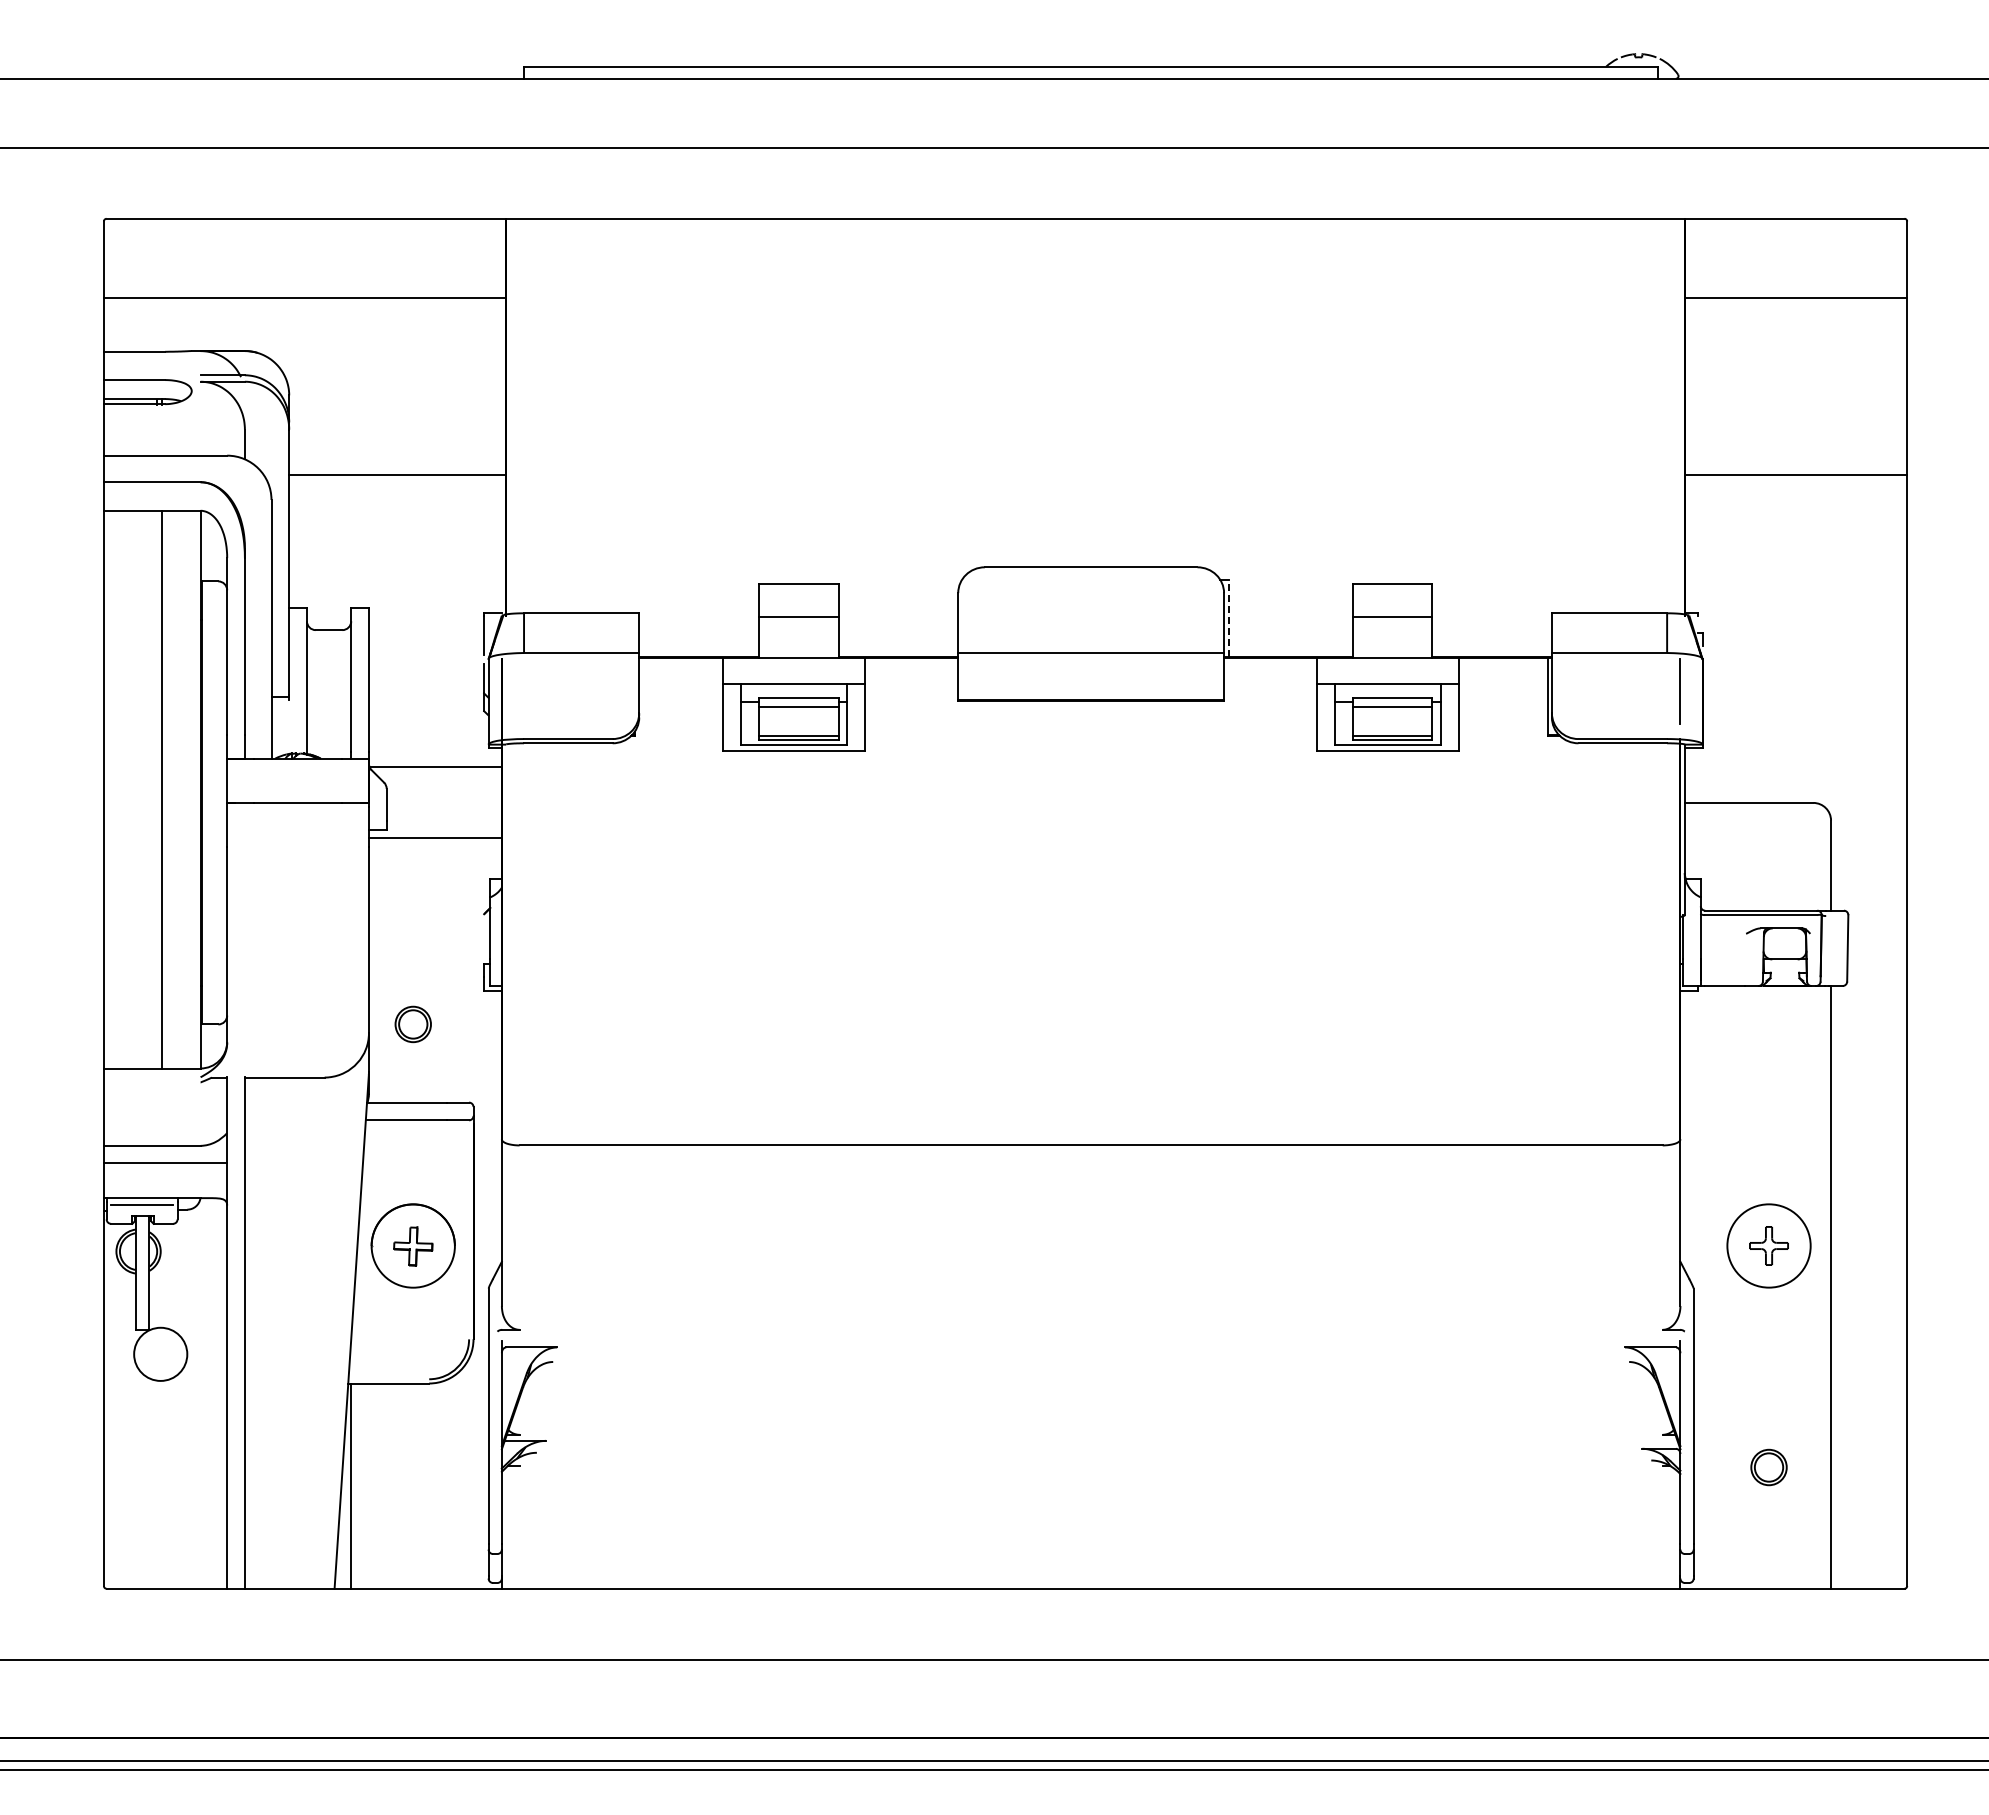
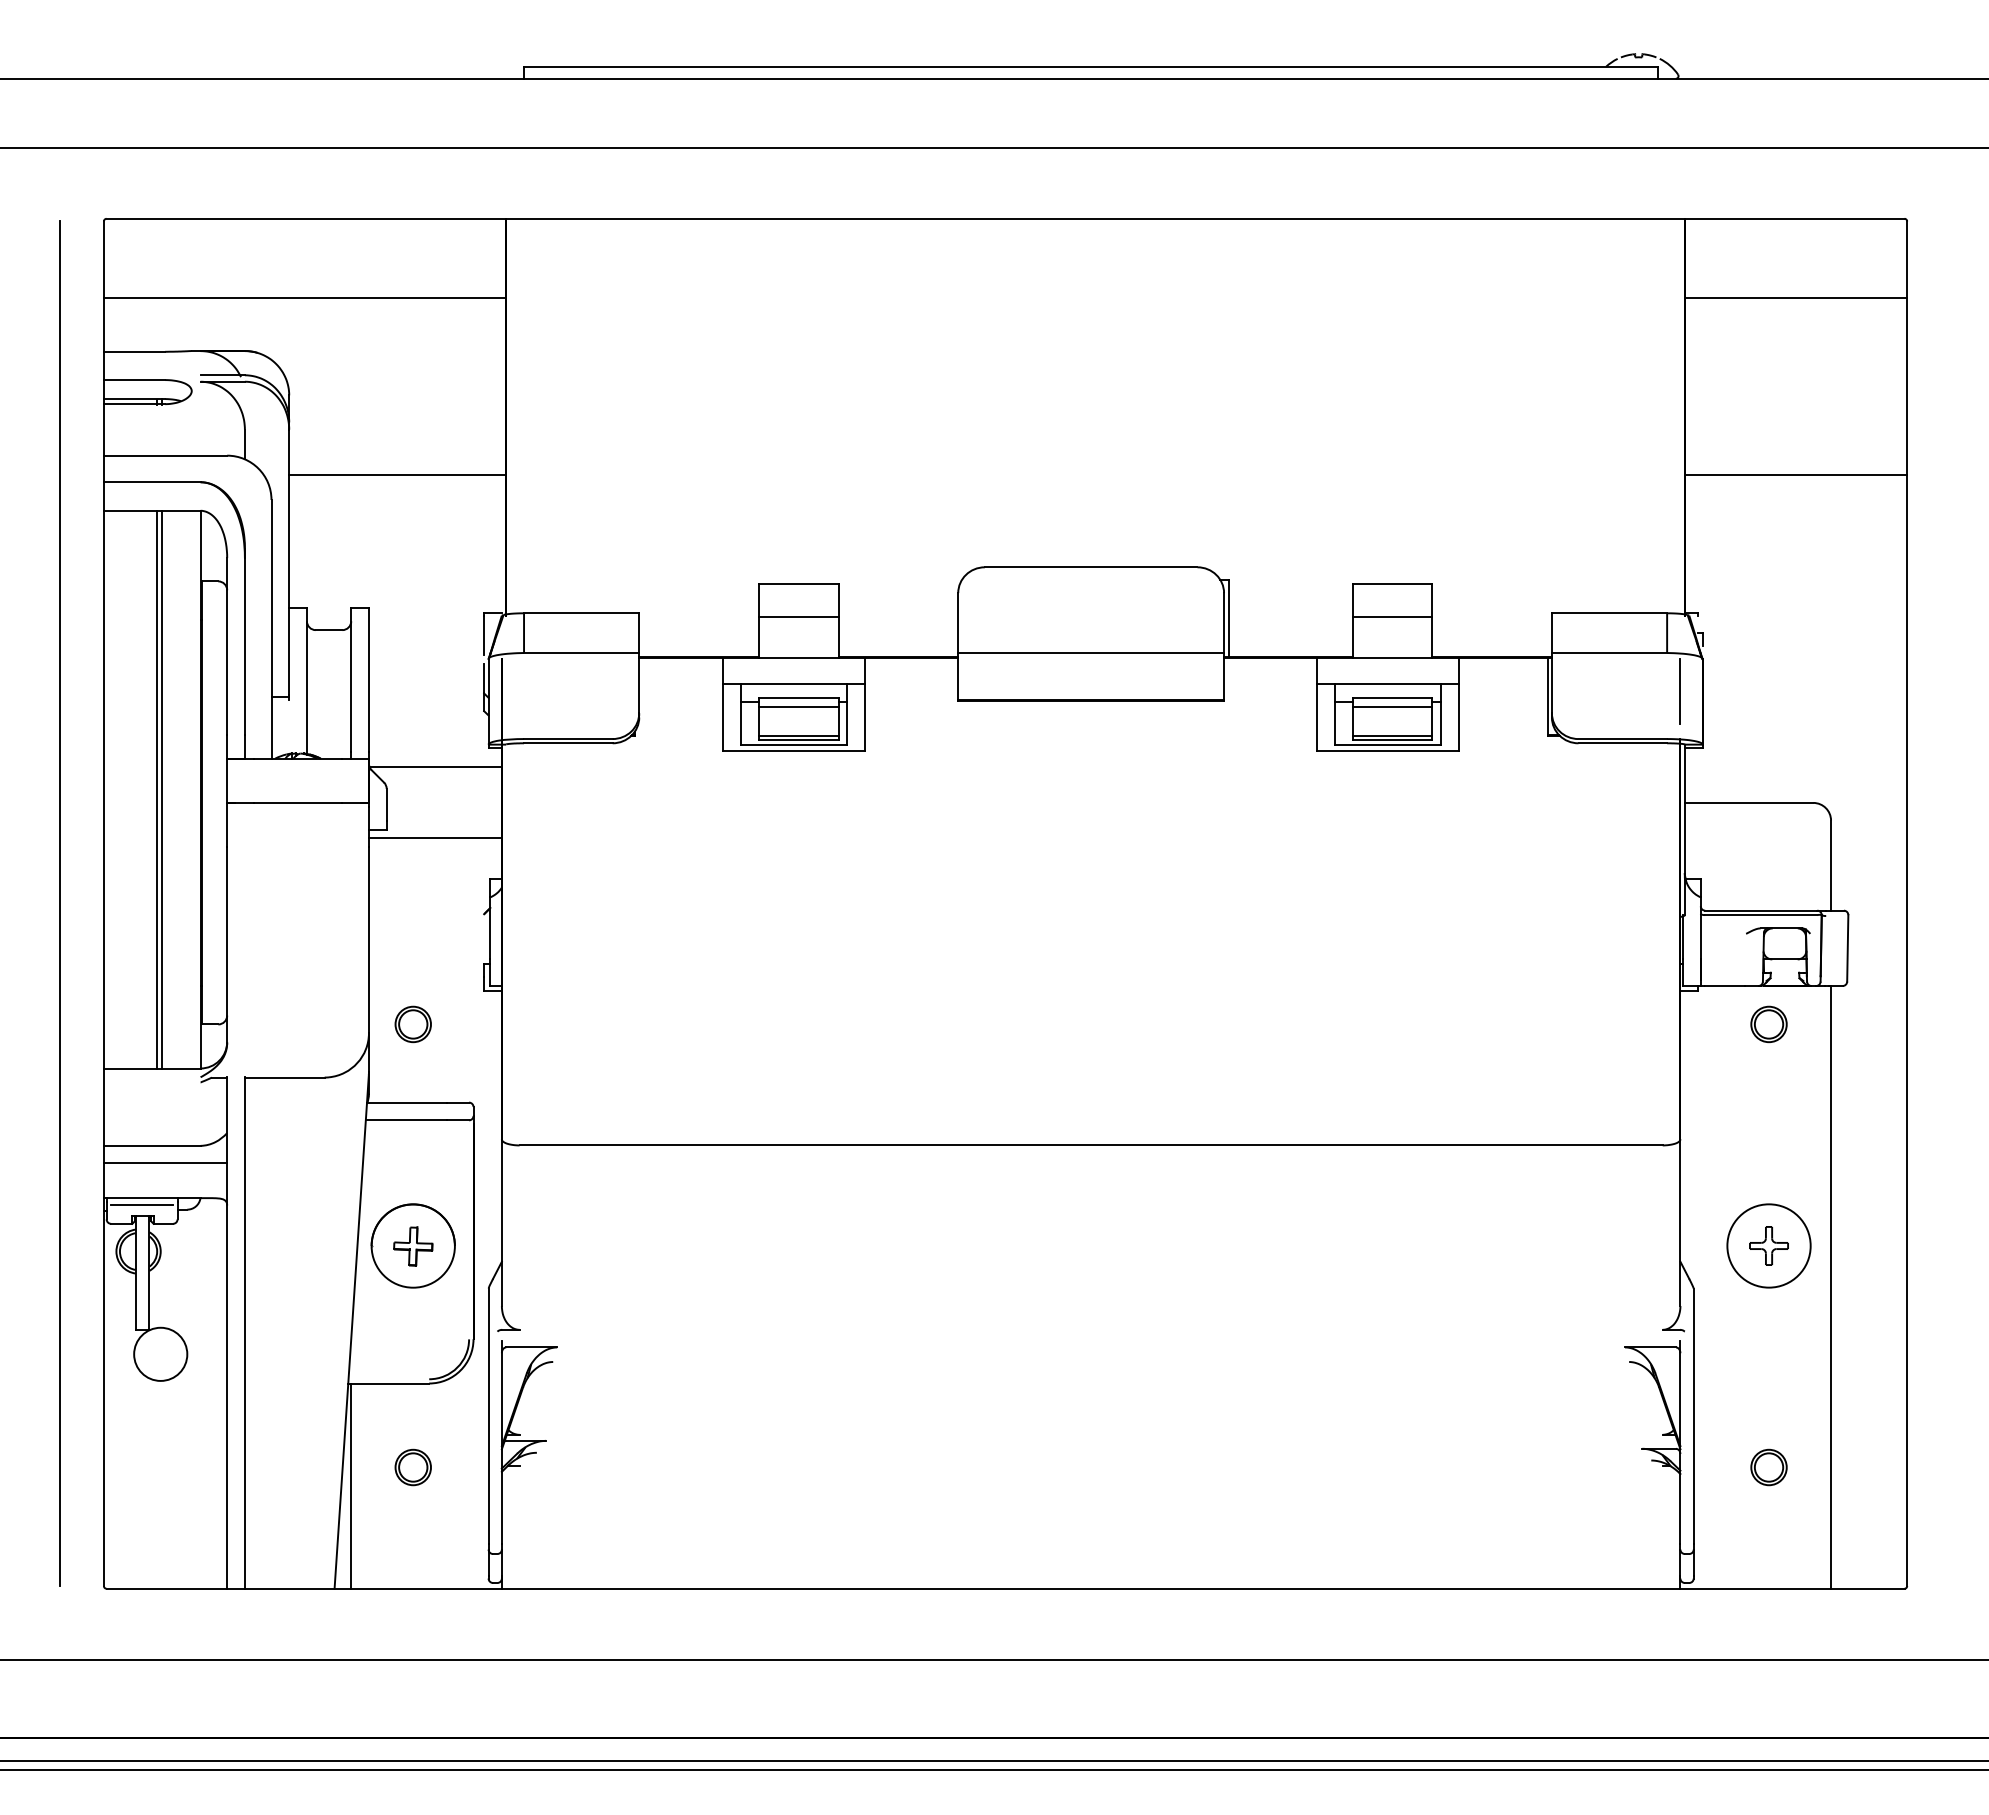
line at (1228, 618): dashed -> solid
line at (157, 789): none -> present
line at (59, 903): none -> present
part at (1768, 1024): none -> present
part at (412, 1467): none -> present
